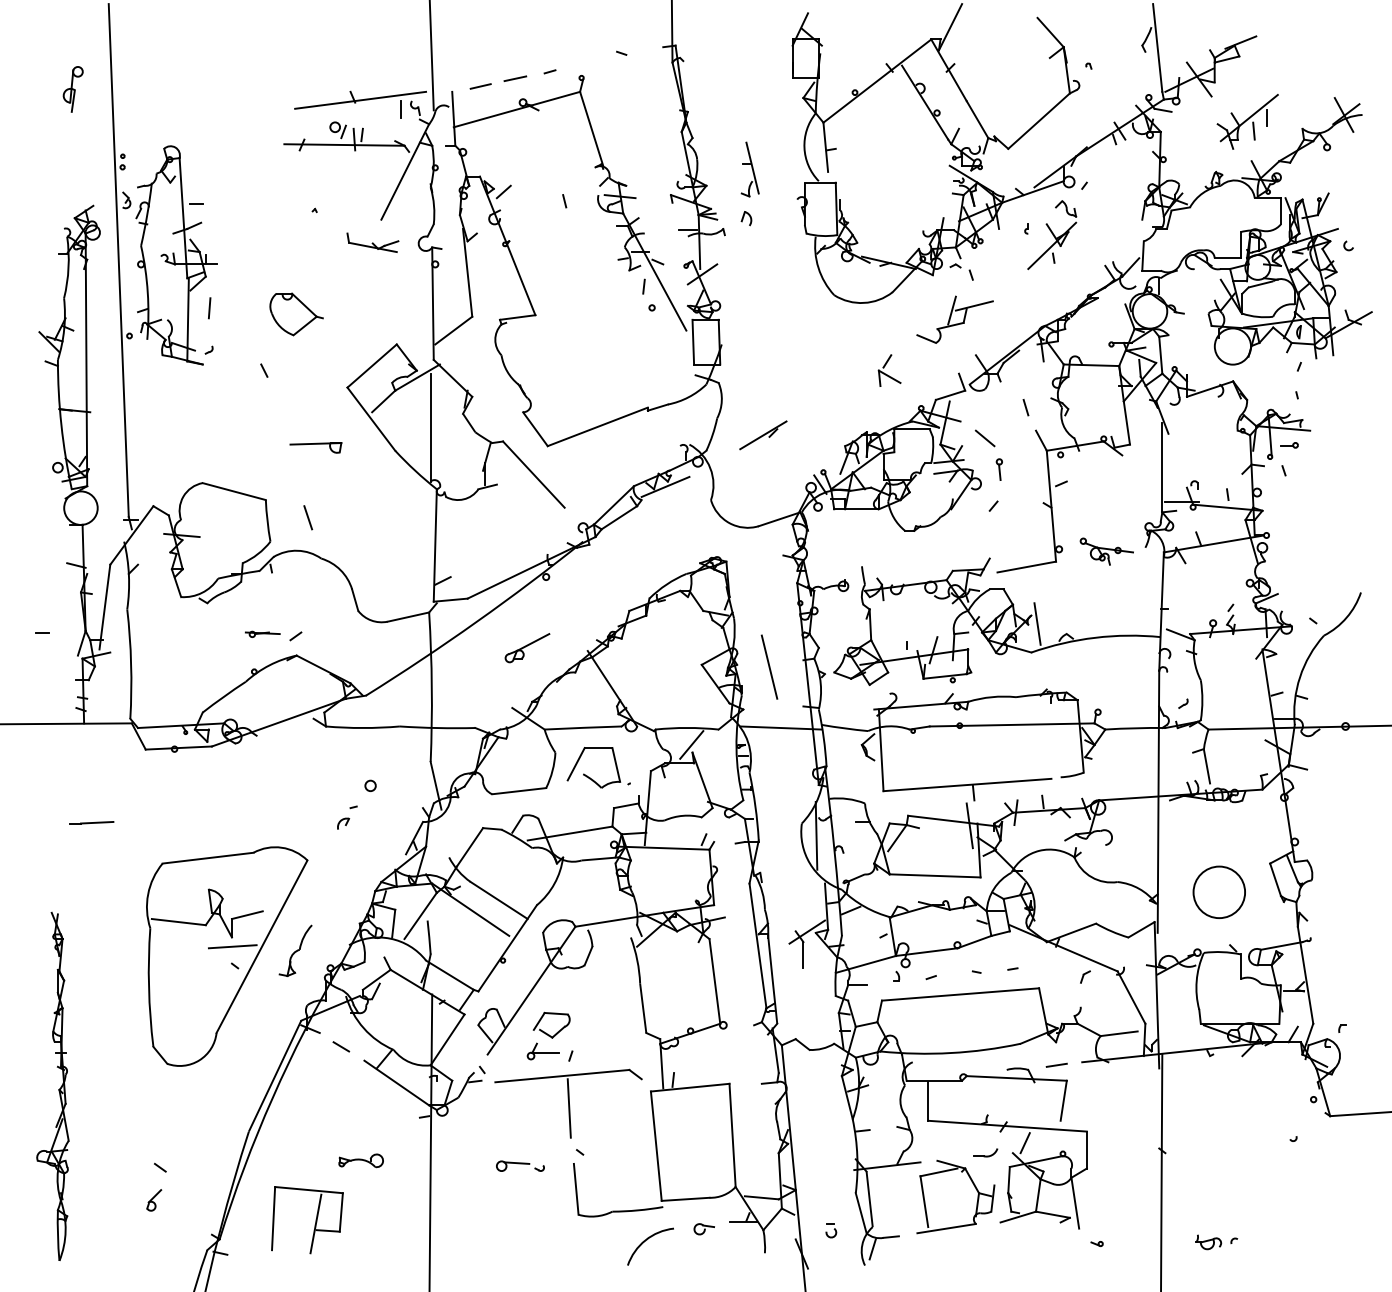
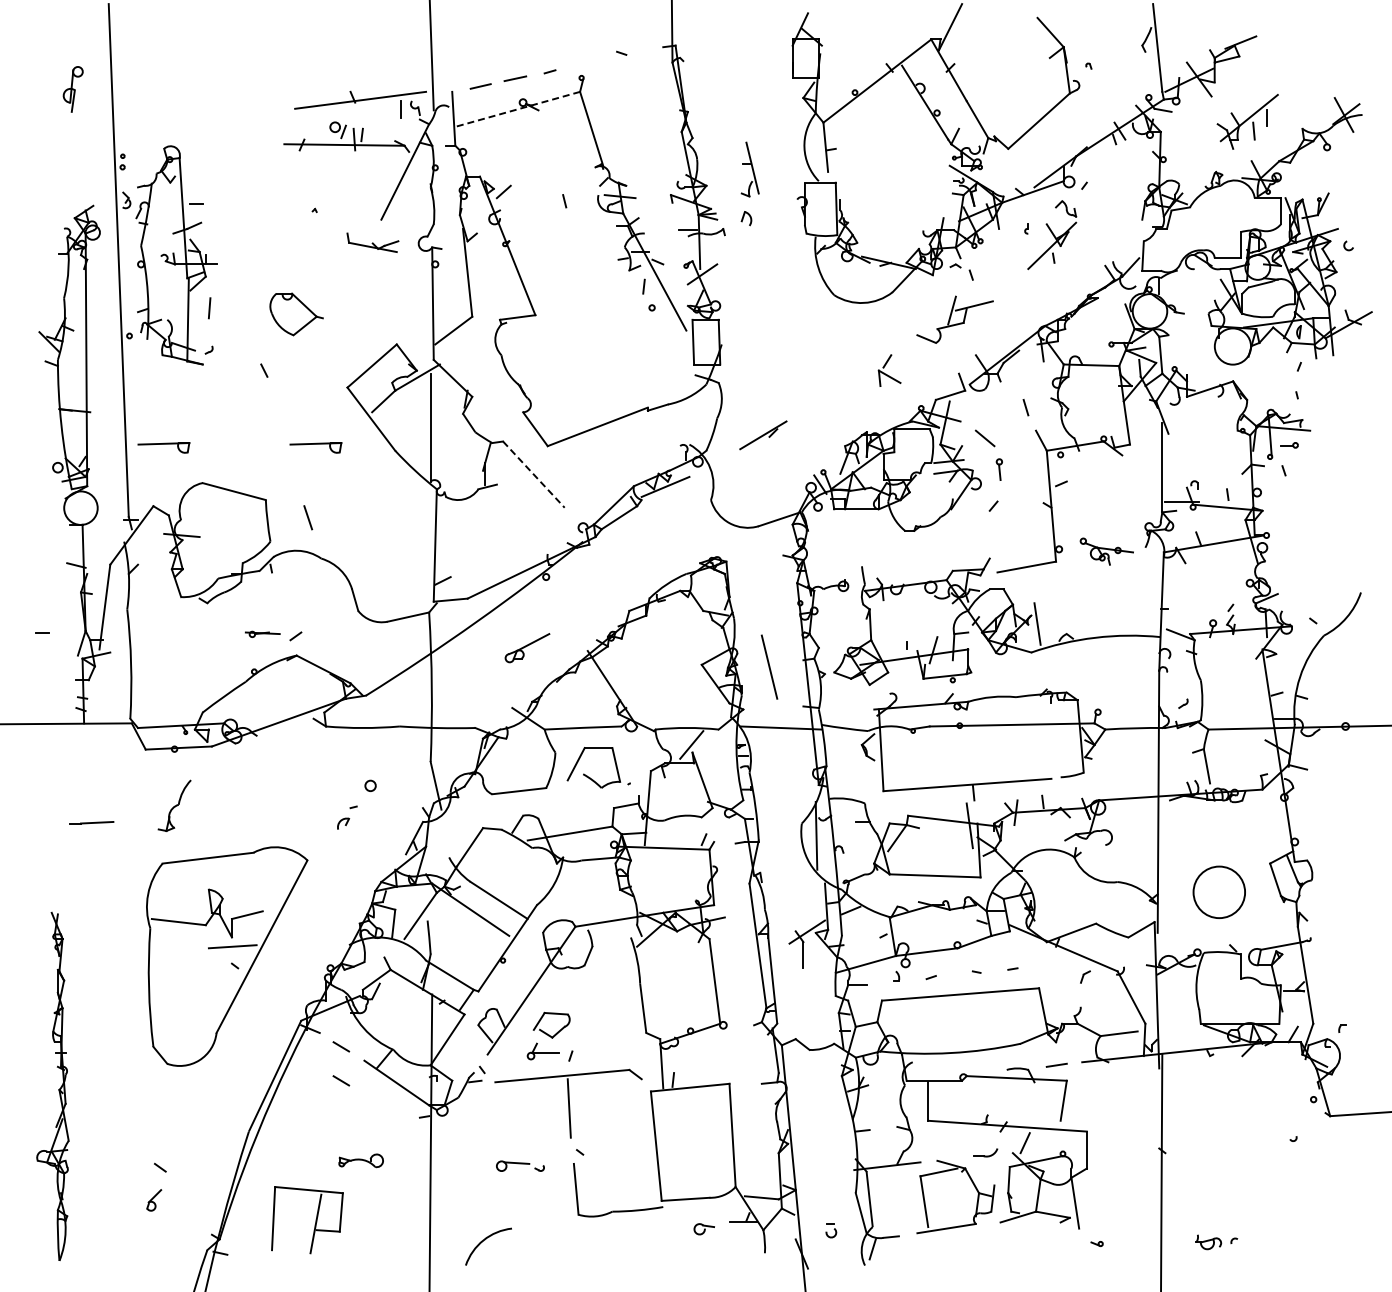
line at (516, 109): solid -> dashed
part at (163, 447): none -> present
line at (534, 475): solid -> dashed
part at (295, 950) position: (295, 950) -> (174, 805)
line at (341, 1080): none -> present
arc at (647, 1240) position: (647, 1240) -> (485, 1240)
